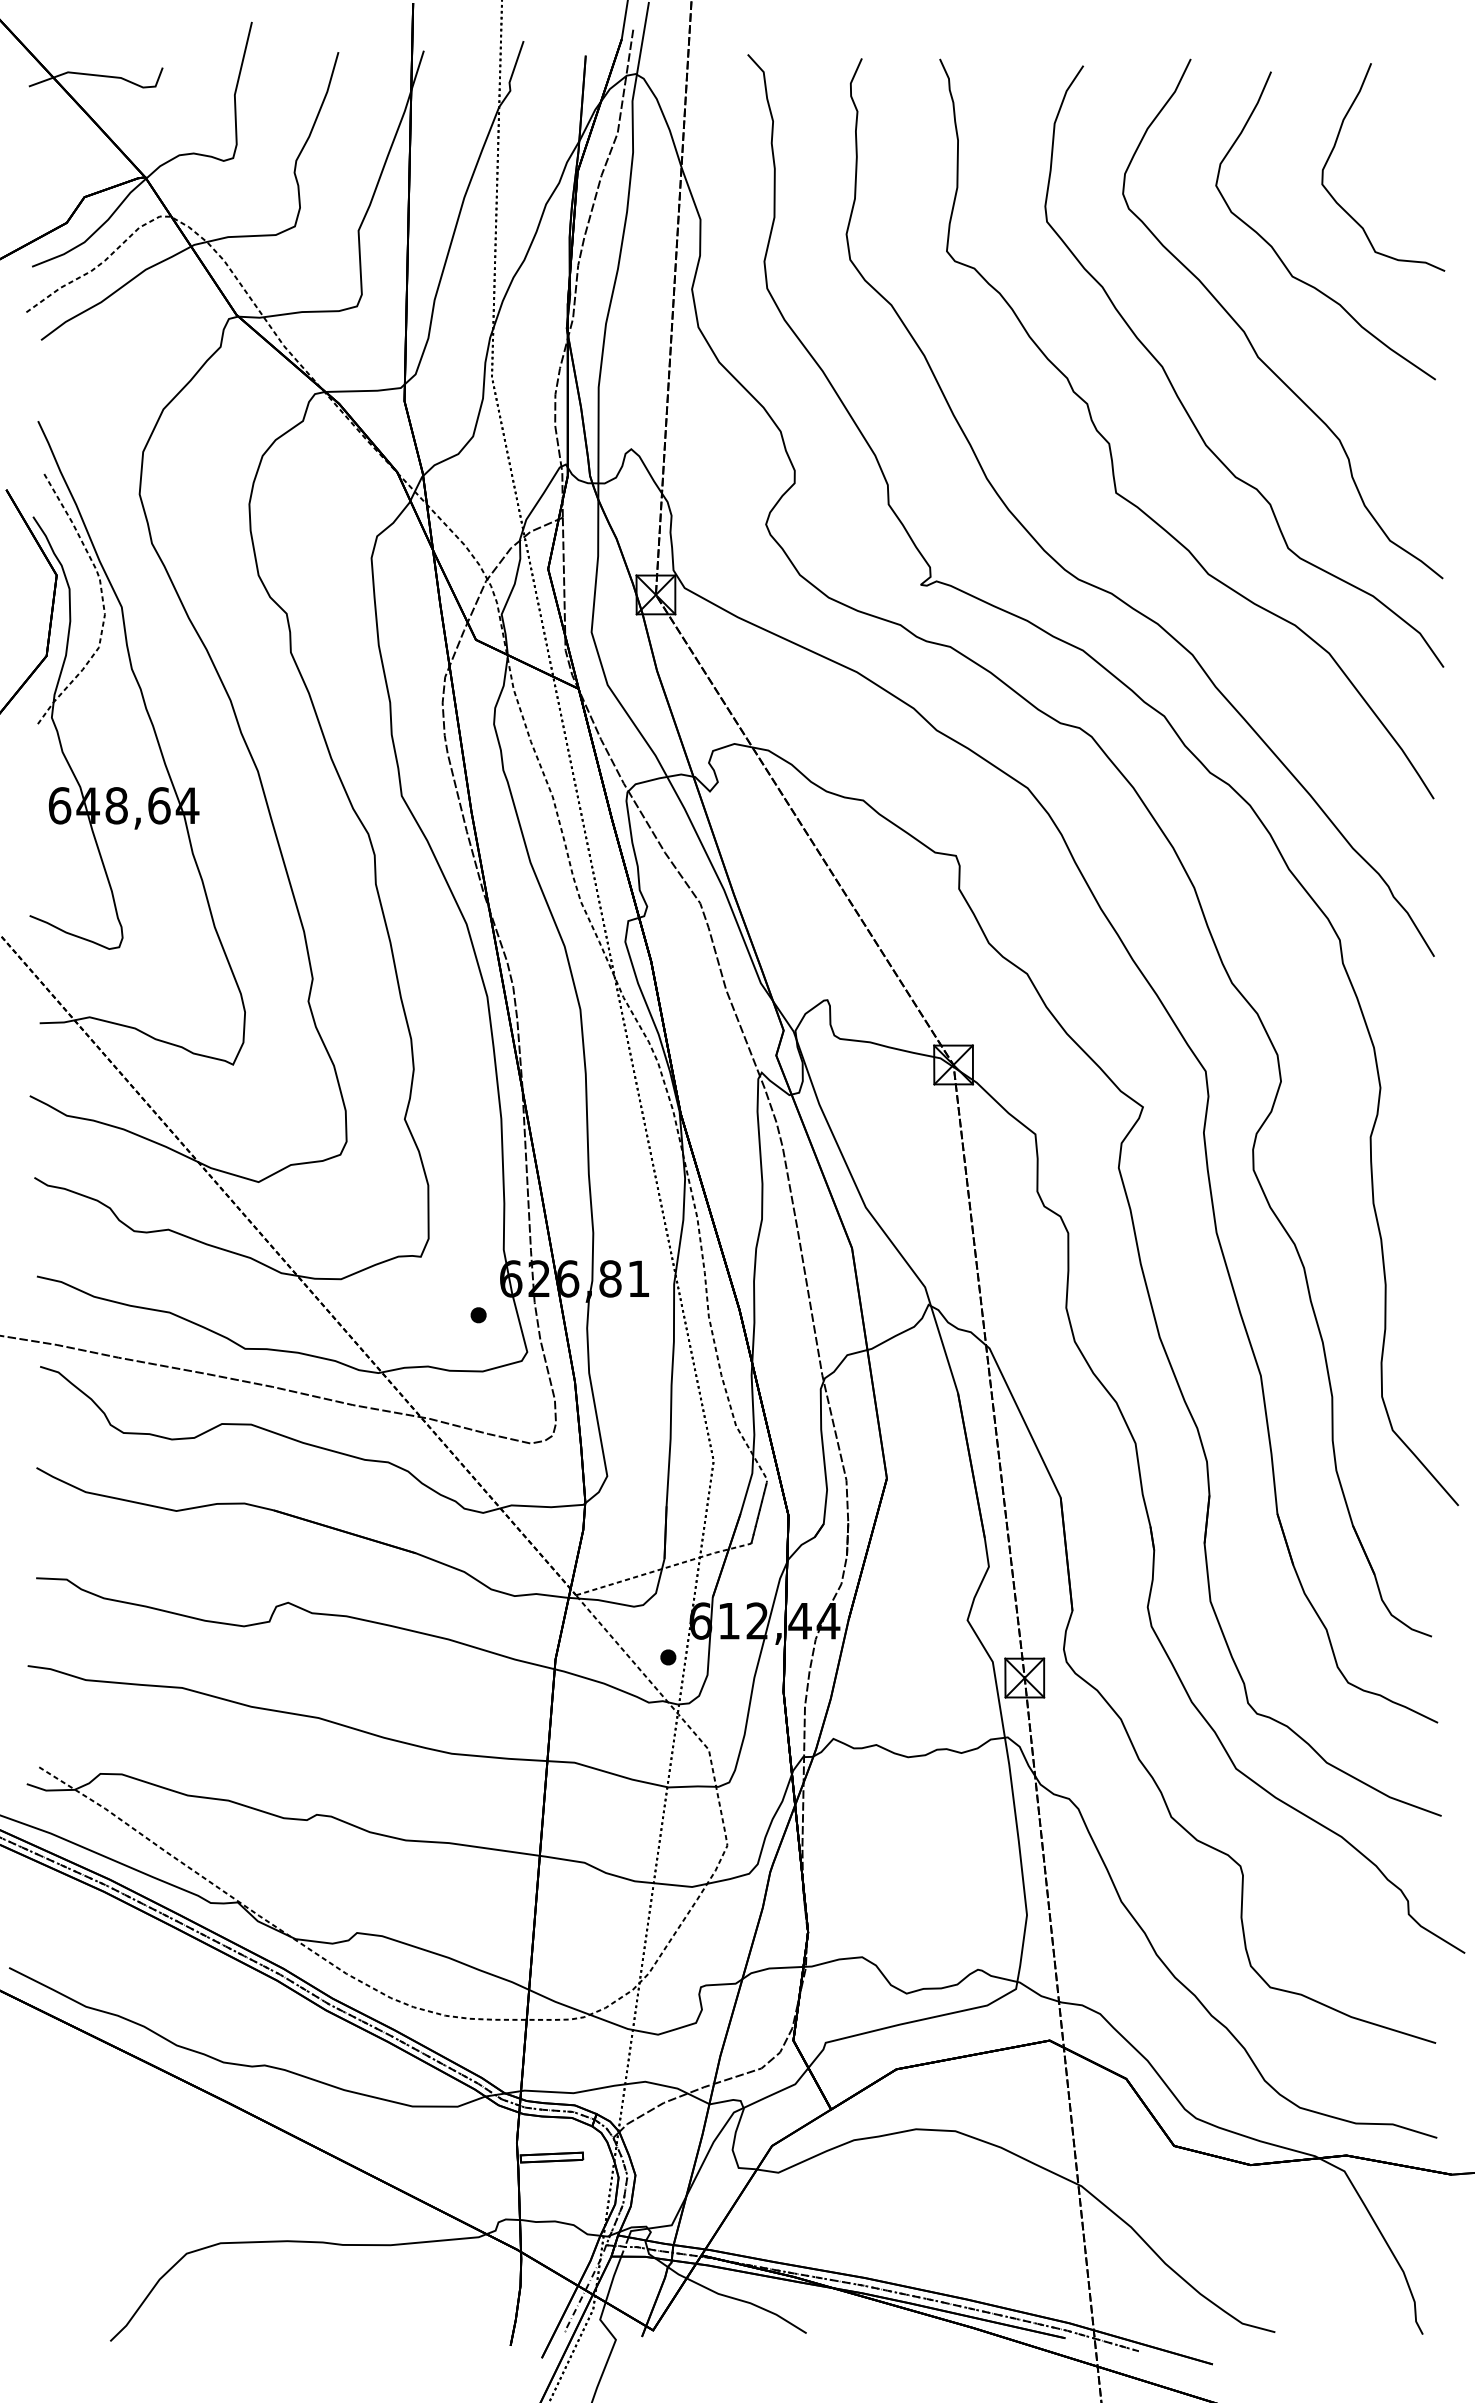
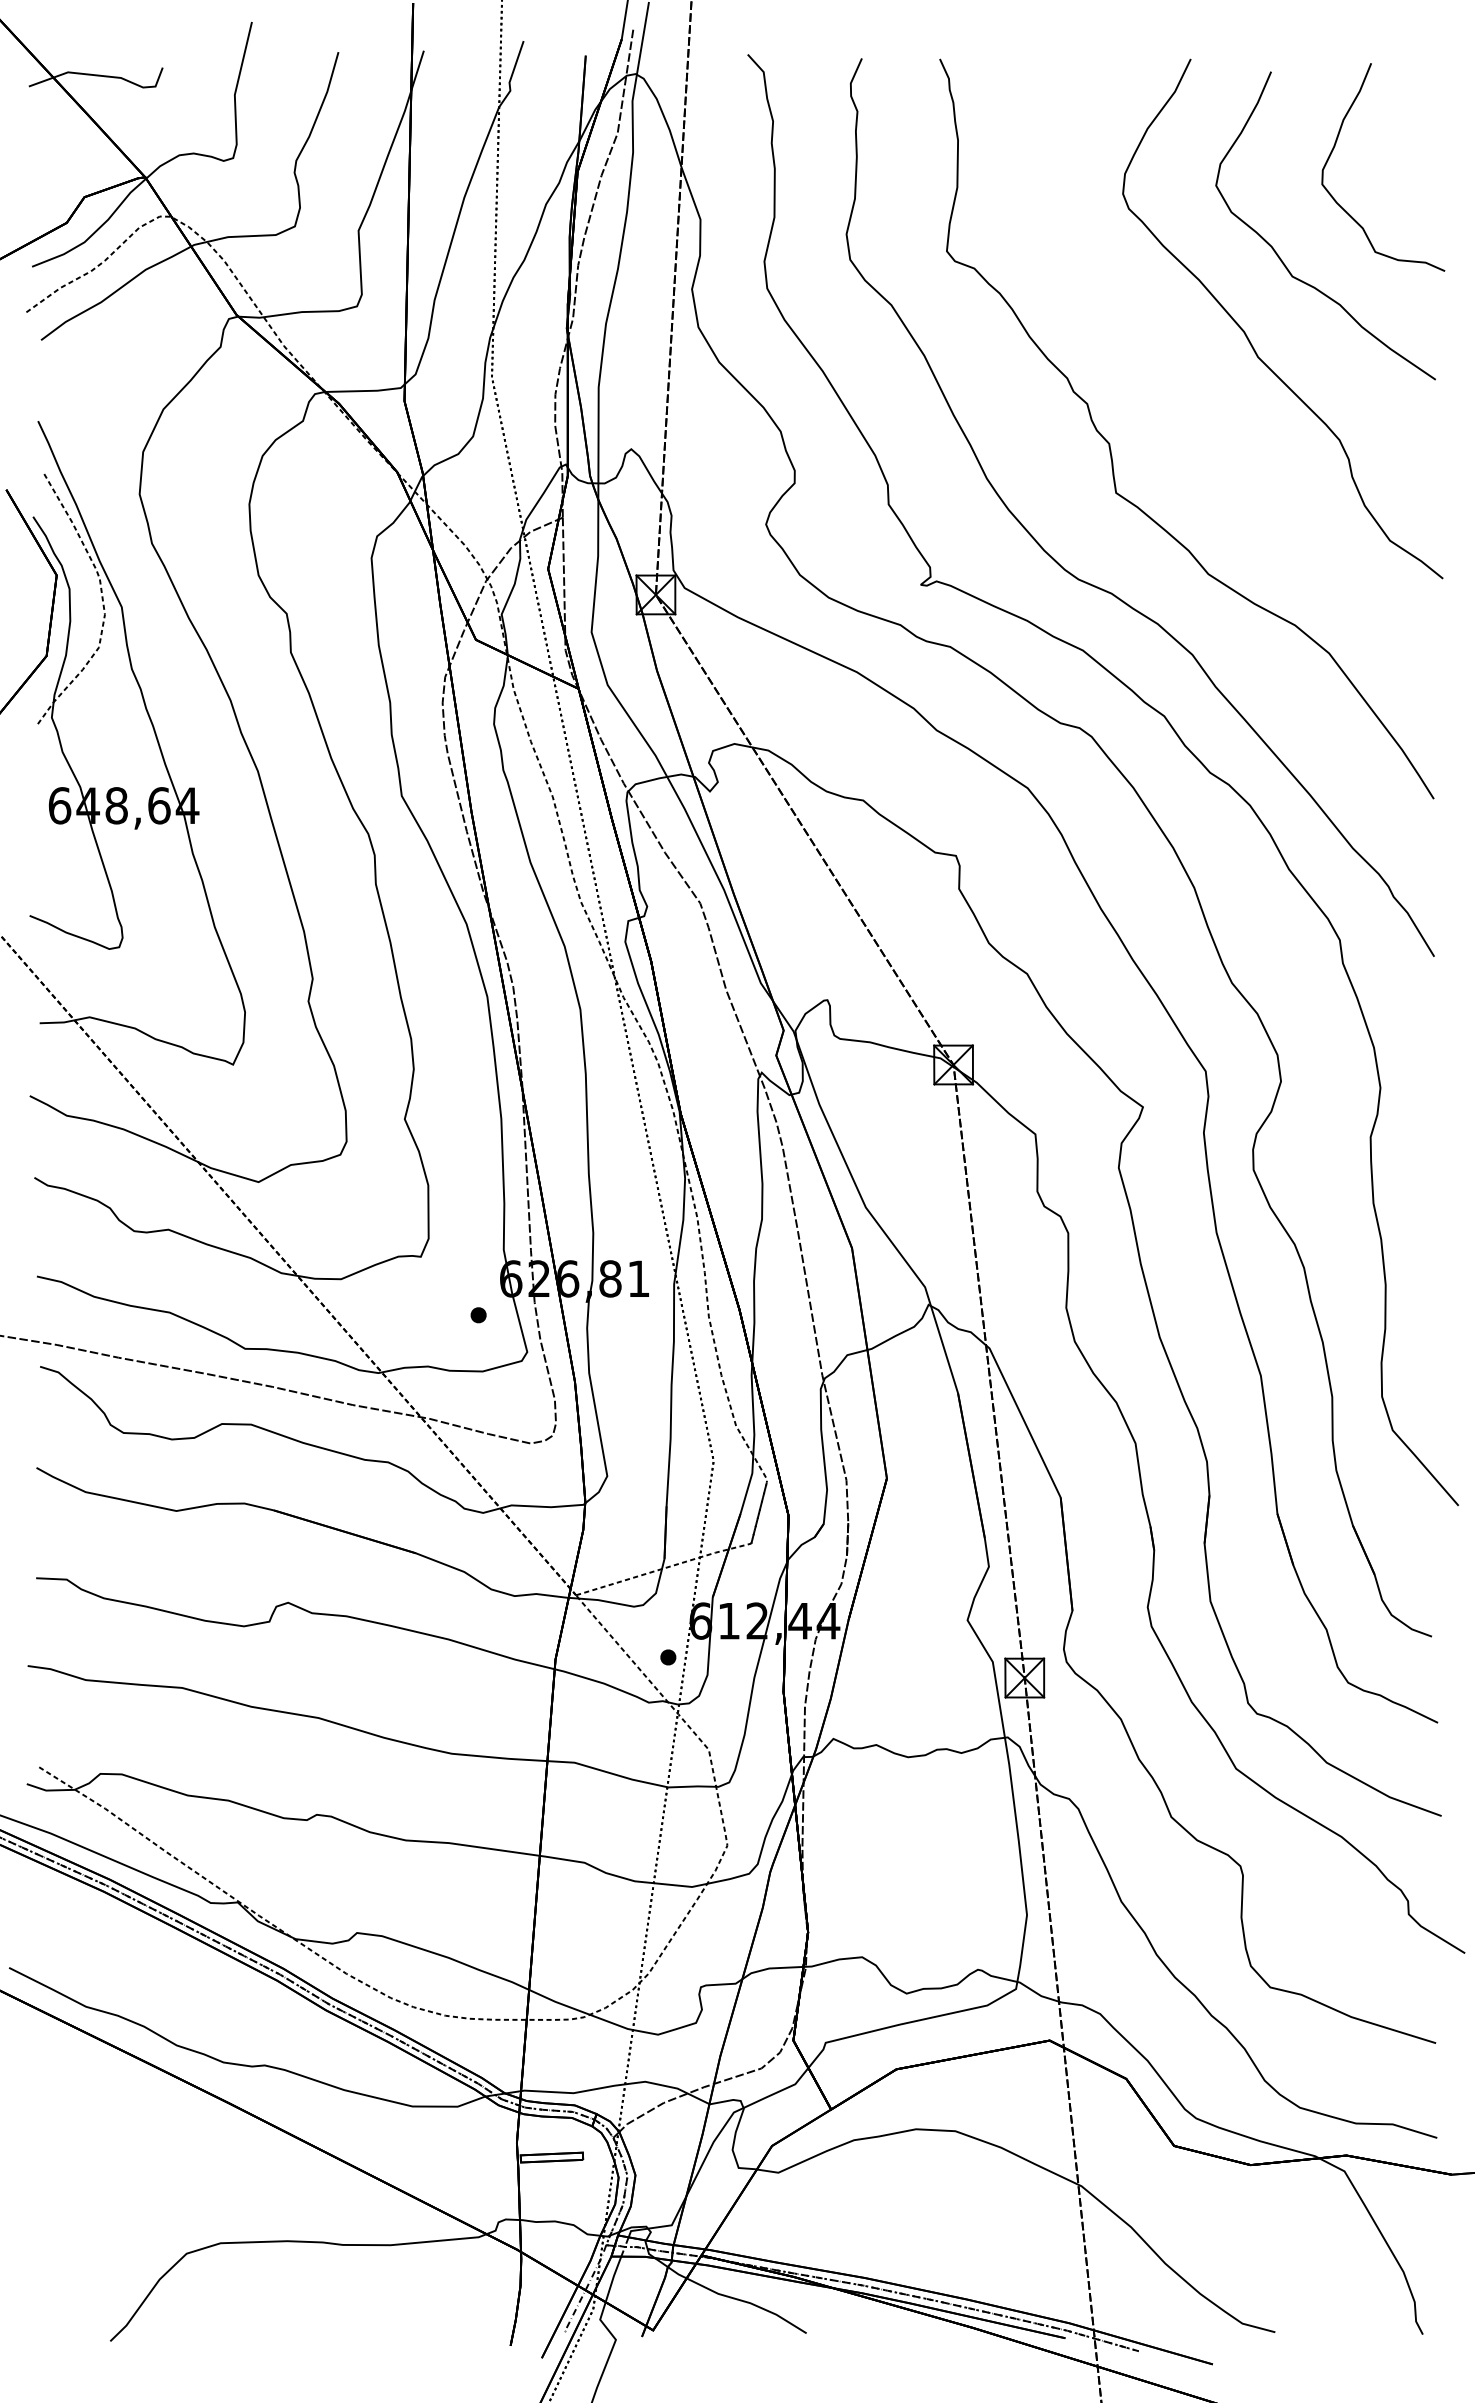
curve at (1182, 402): present -> none
